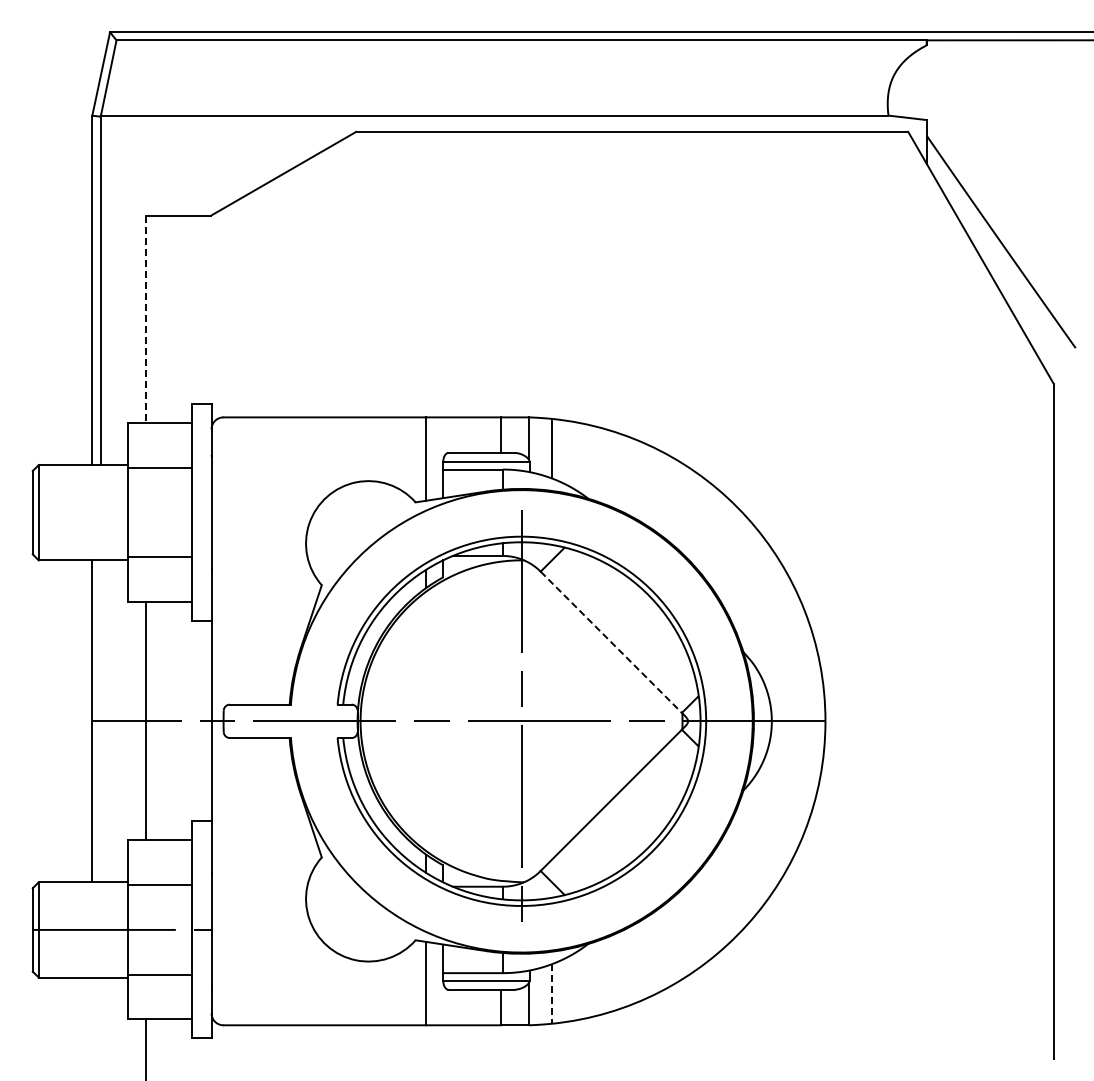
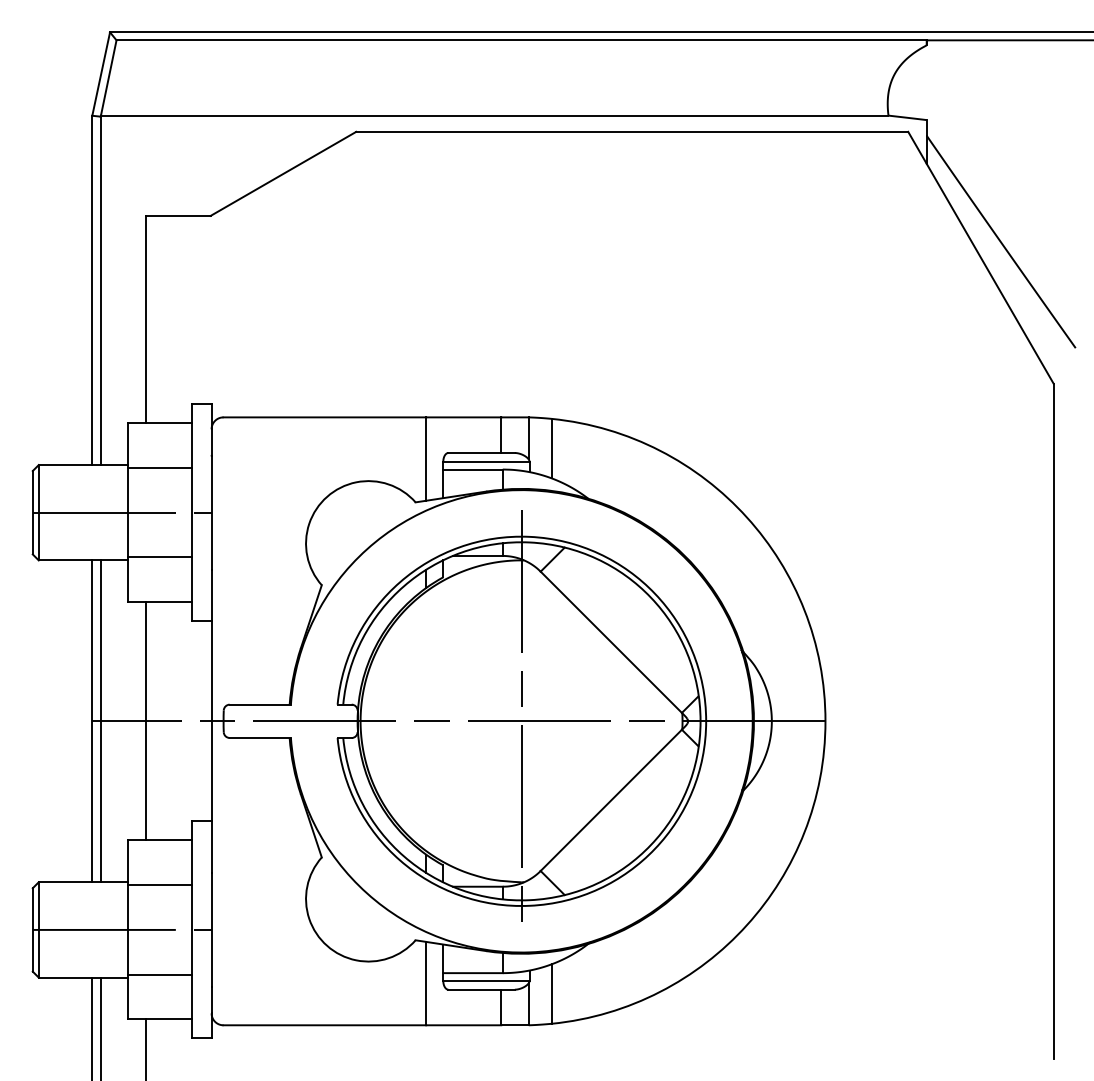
line at (146, 319): dashed -> solid
line at (121, 512): none -> present
line at (611, 642): dashed -> solid
line at (100, 721): none -> present
line at (551, 994): dashed -> solid
line at (92, 1027): none -> present
line at (100, 1027): none -> present
